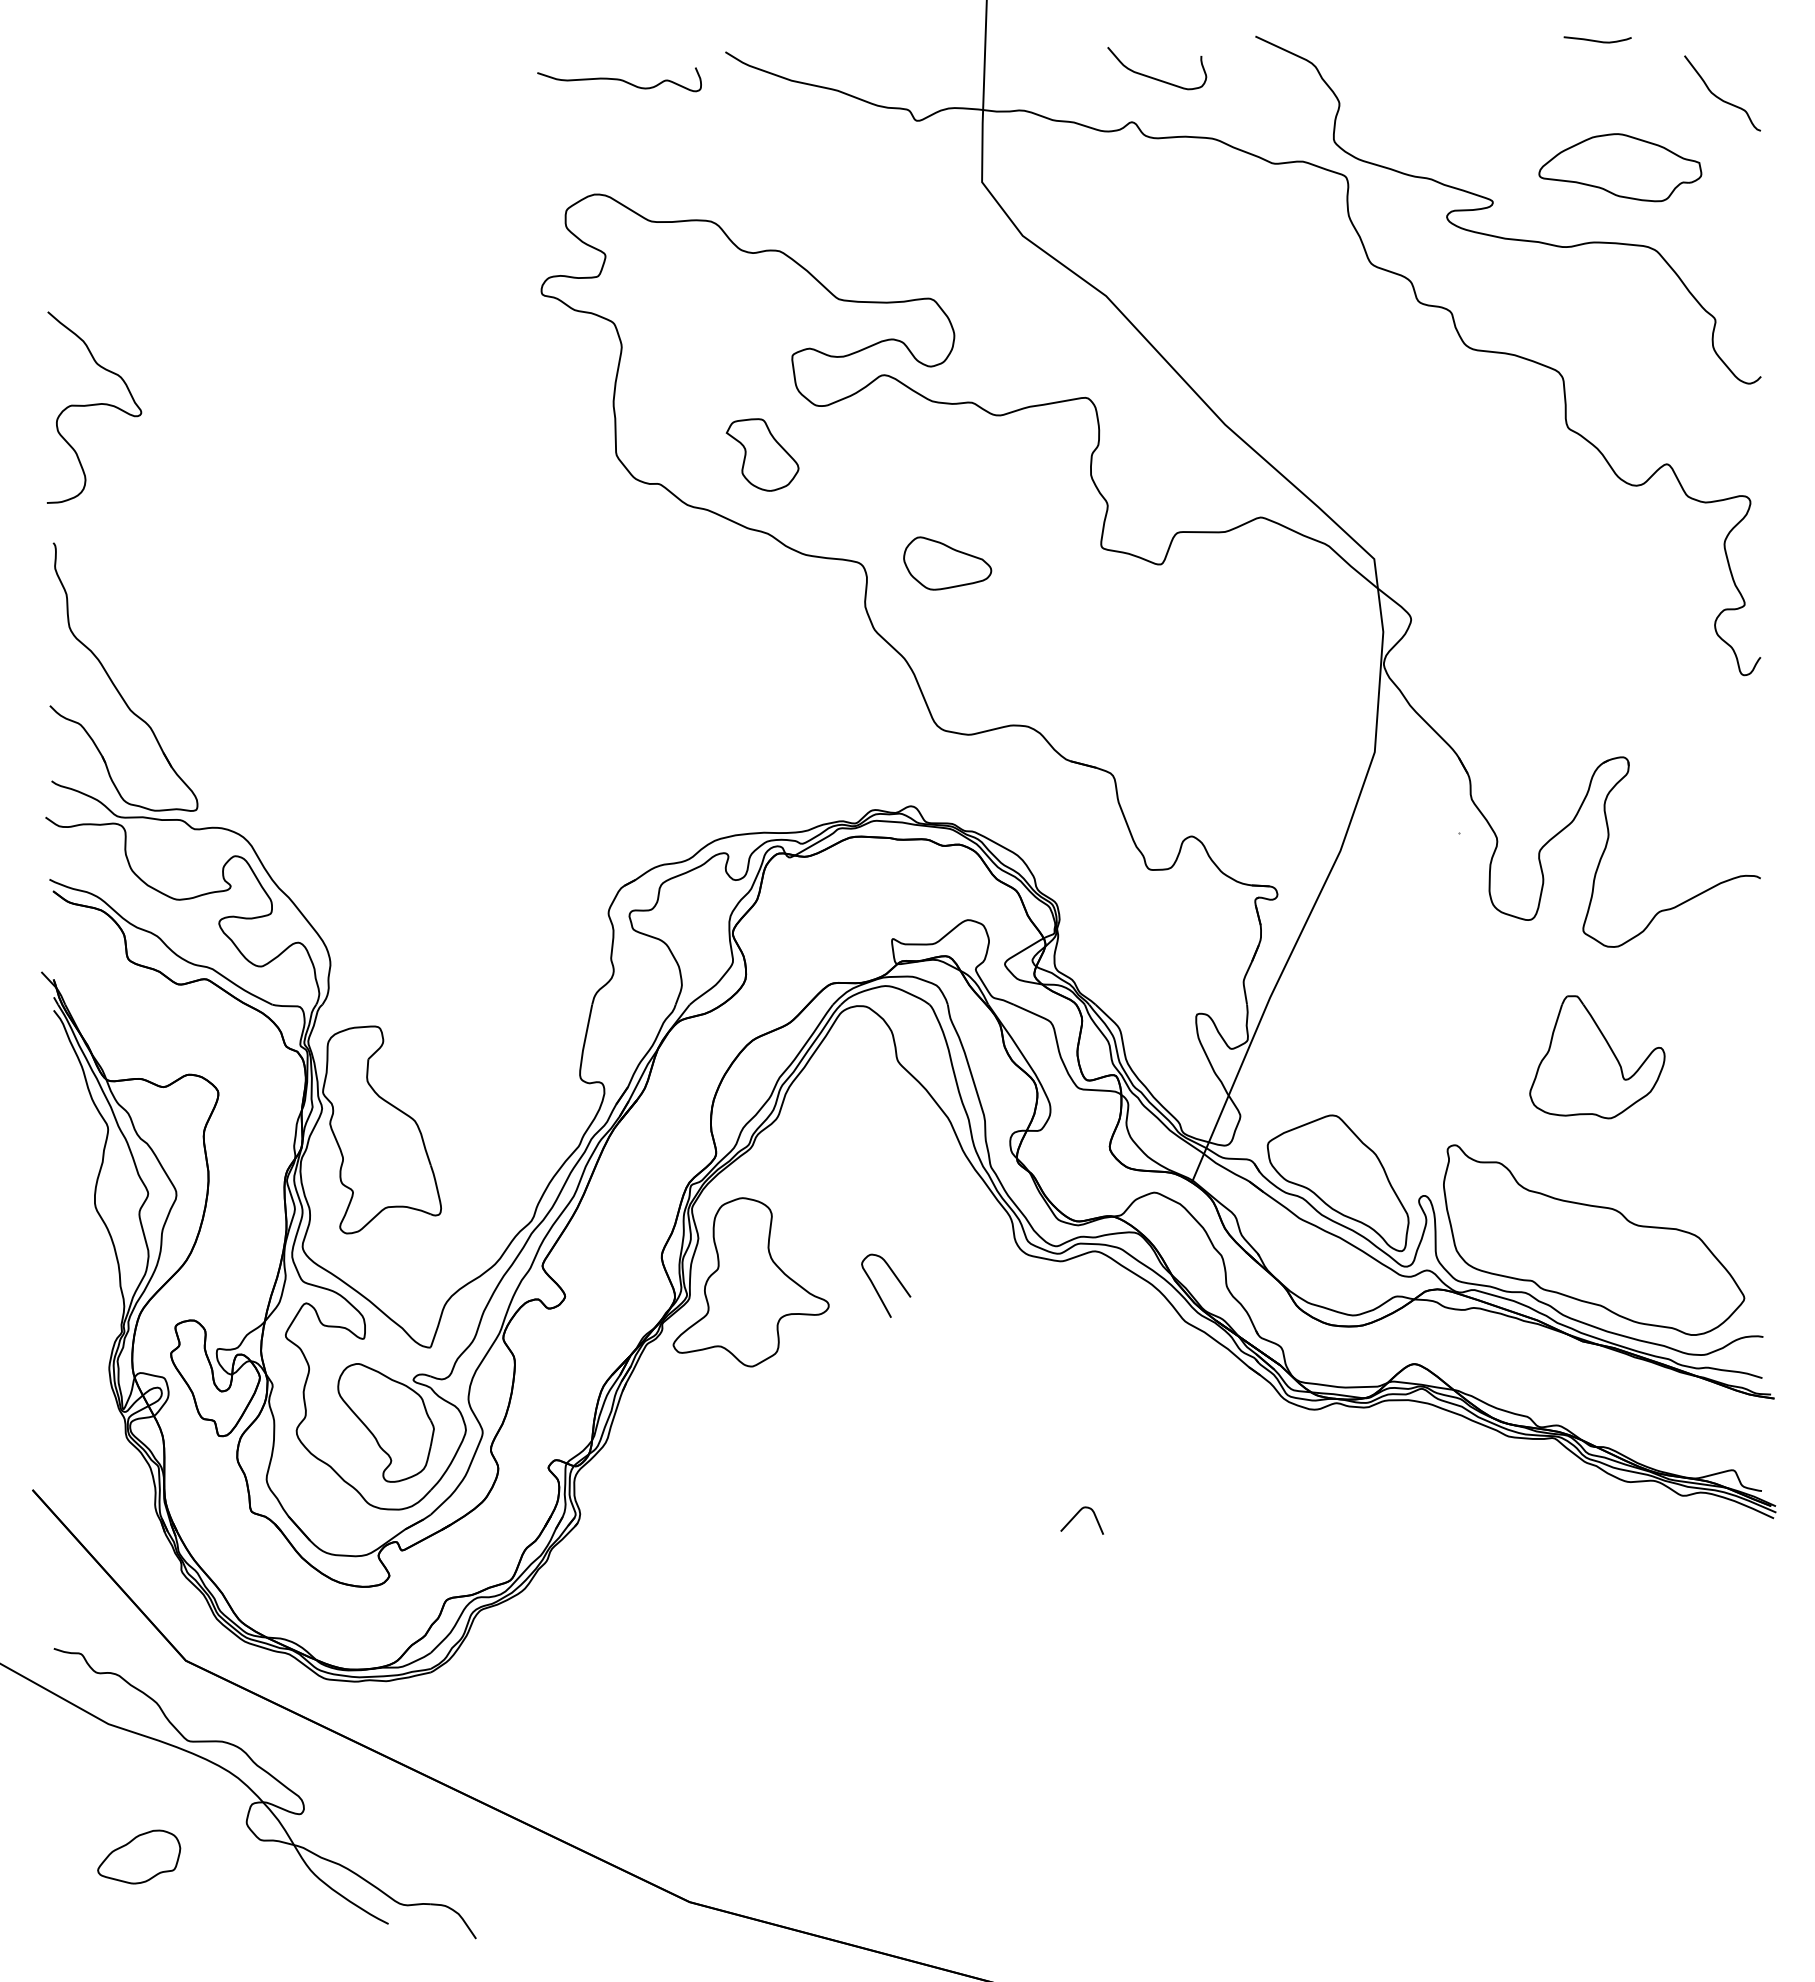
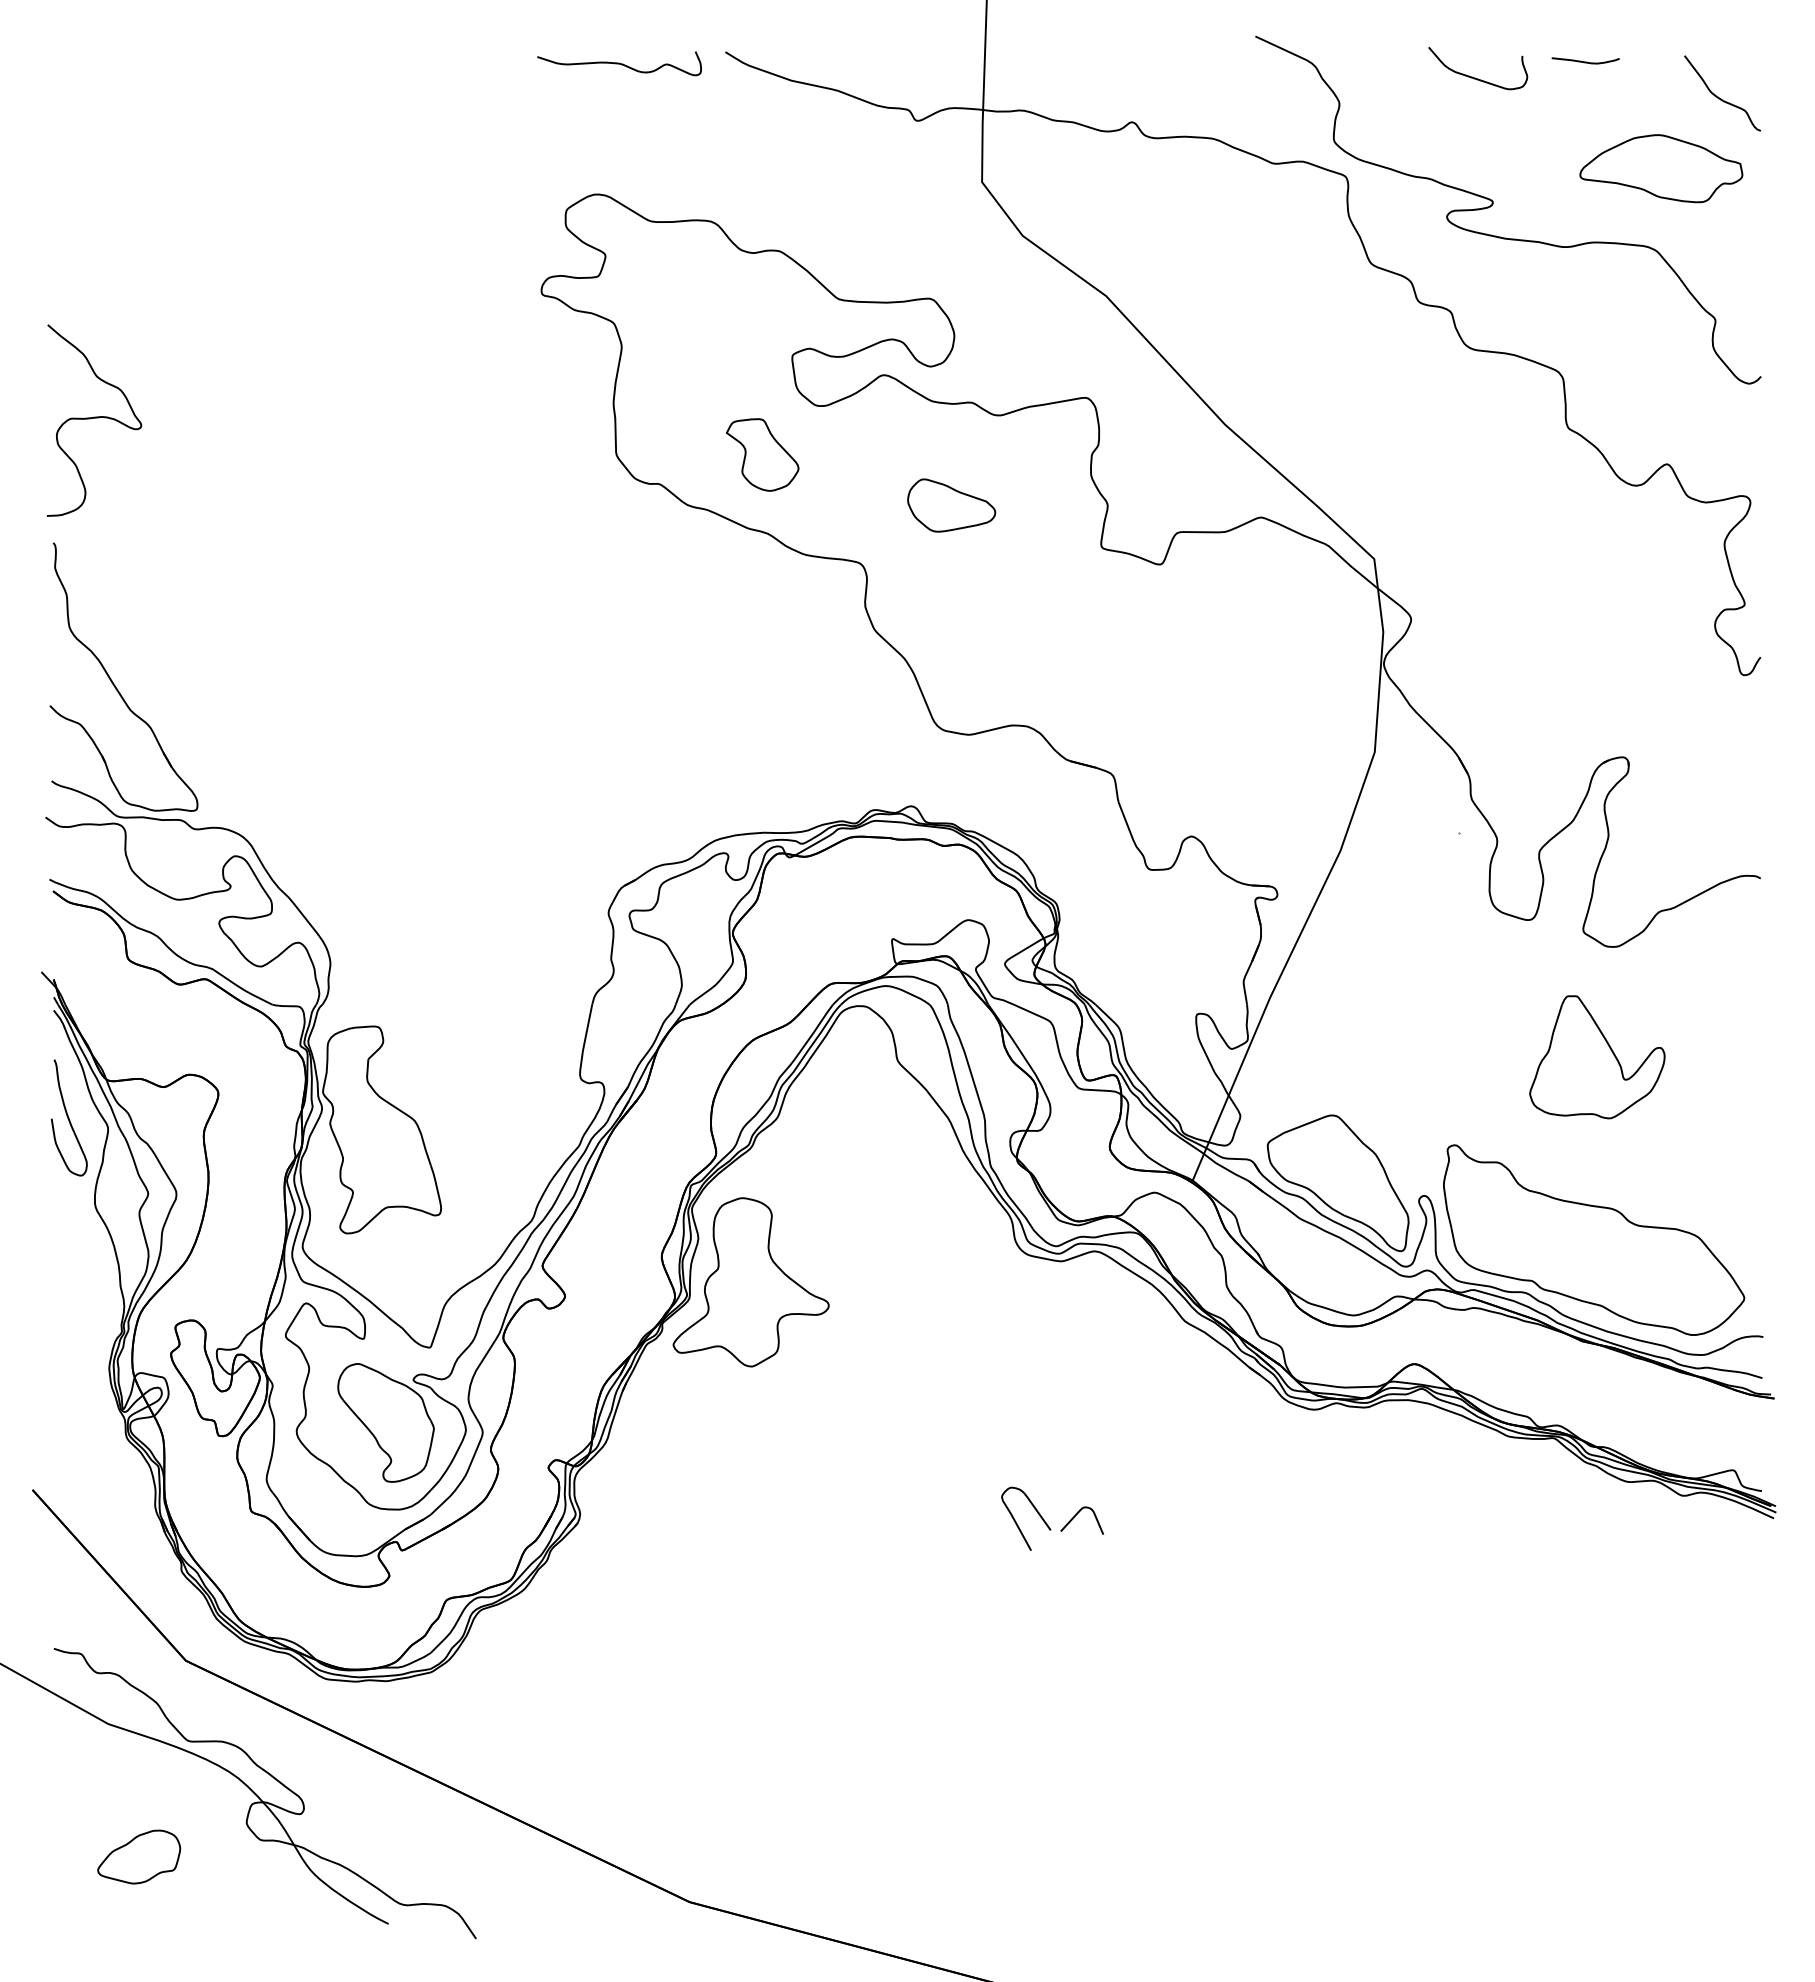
curve at (1597, 40) position: (1597, 40) -> (1585, 61)
curve at (1154, 77) position: (1154, 77) -> (1475, 77)
curve at (619, 79) position: (619, 79) -> (619, 63)
part at (1620, 167) position: (1620, 167) -> (1661, 168)
curve at (94, 405) position: (94, 405) -> (94, 418)
part at (947, 563) position: (947, 563) -> (951, 505)
curve at (68, 1117): none -> present
curve at (877, 1290) position: (877, 1290) -> (1017, 1523)
